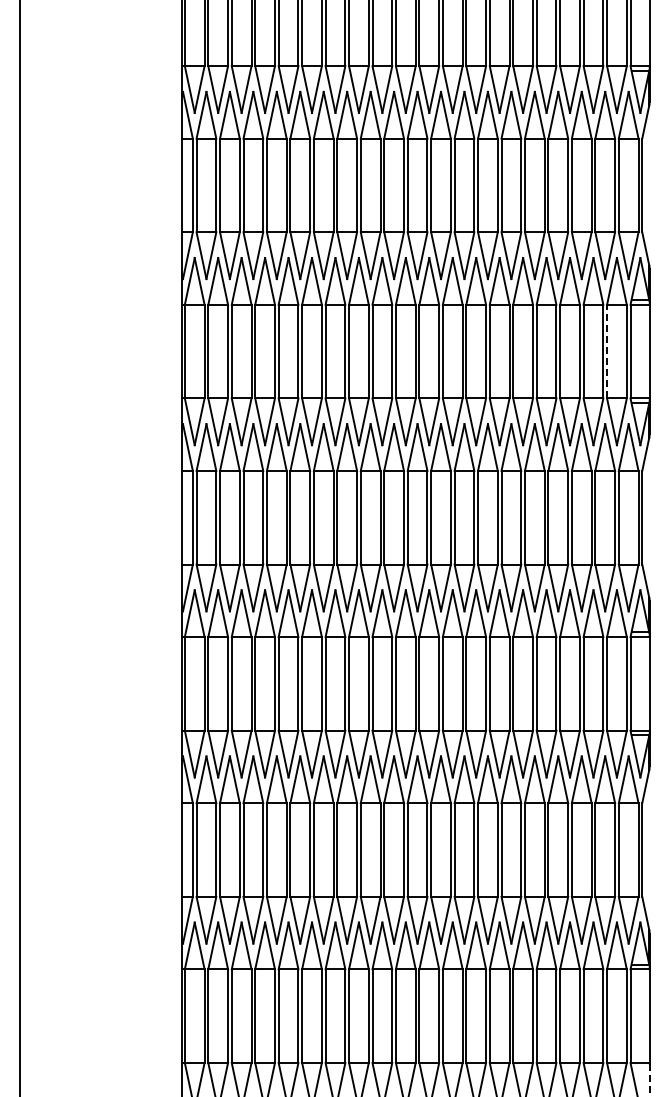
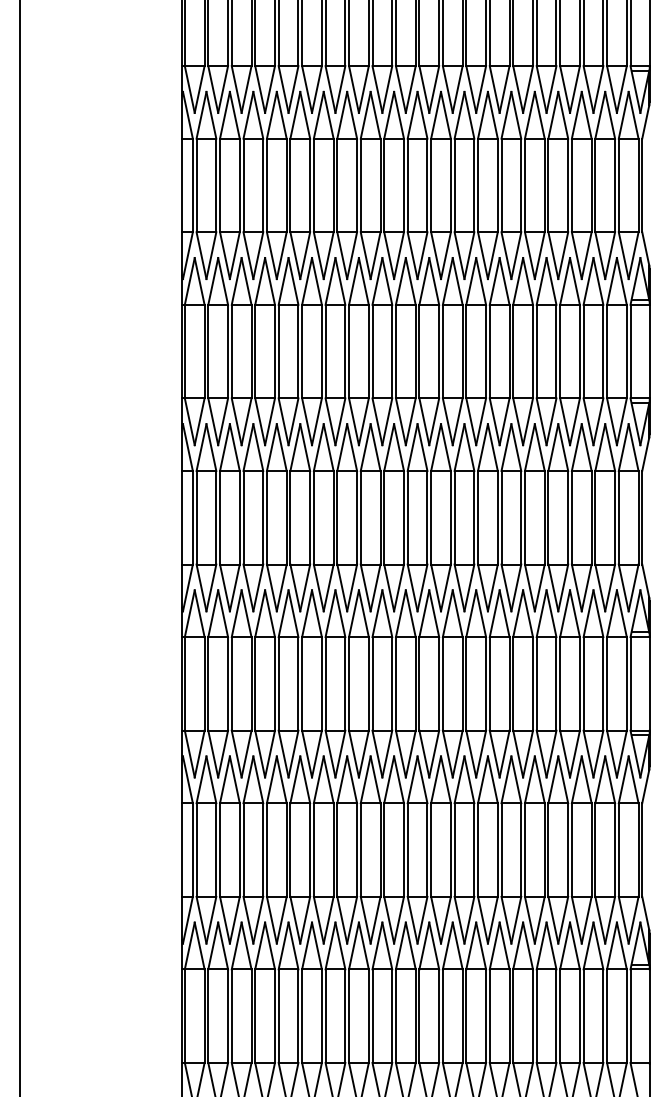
line at (607, 351): dashed -> solid
line at (649, 1080): dashed -> solid
